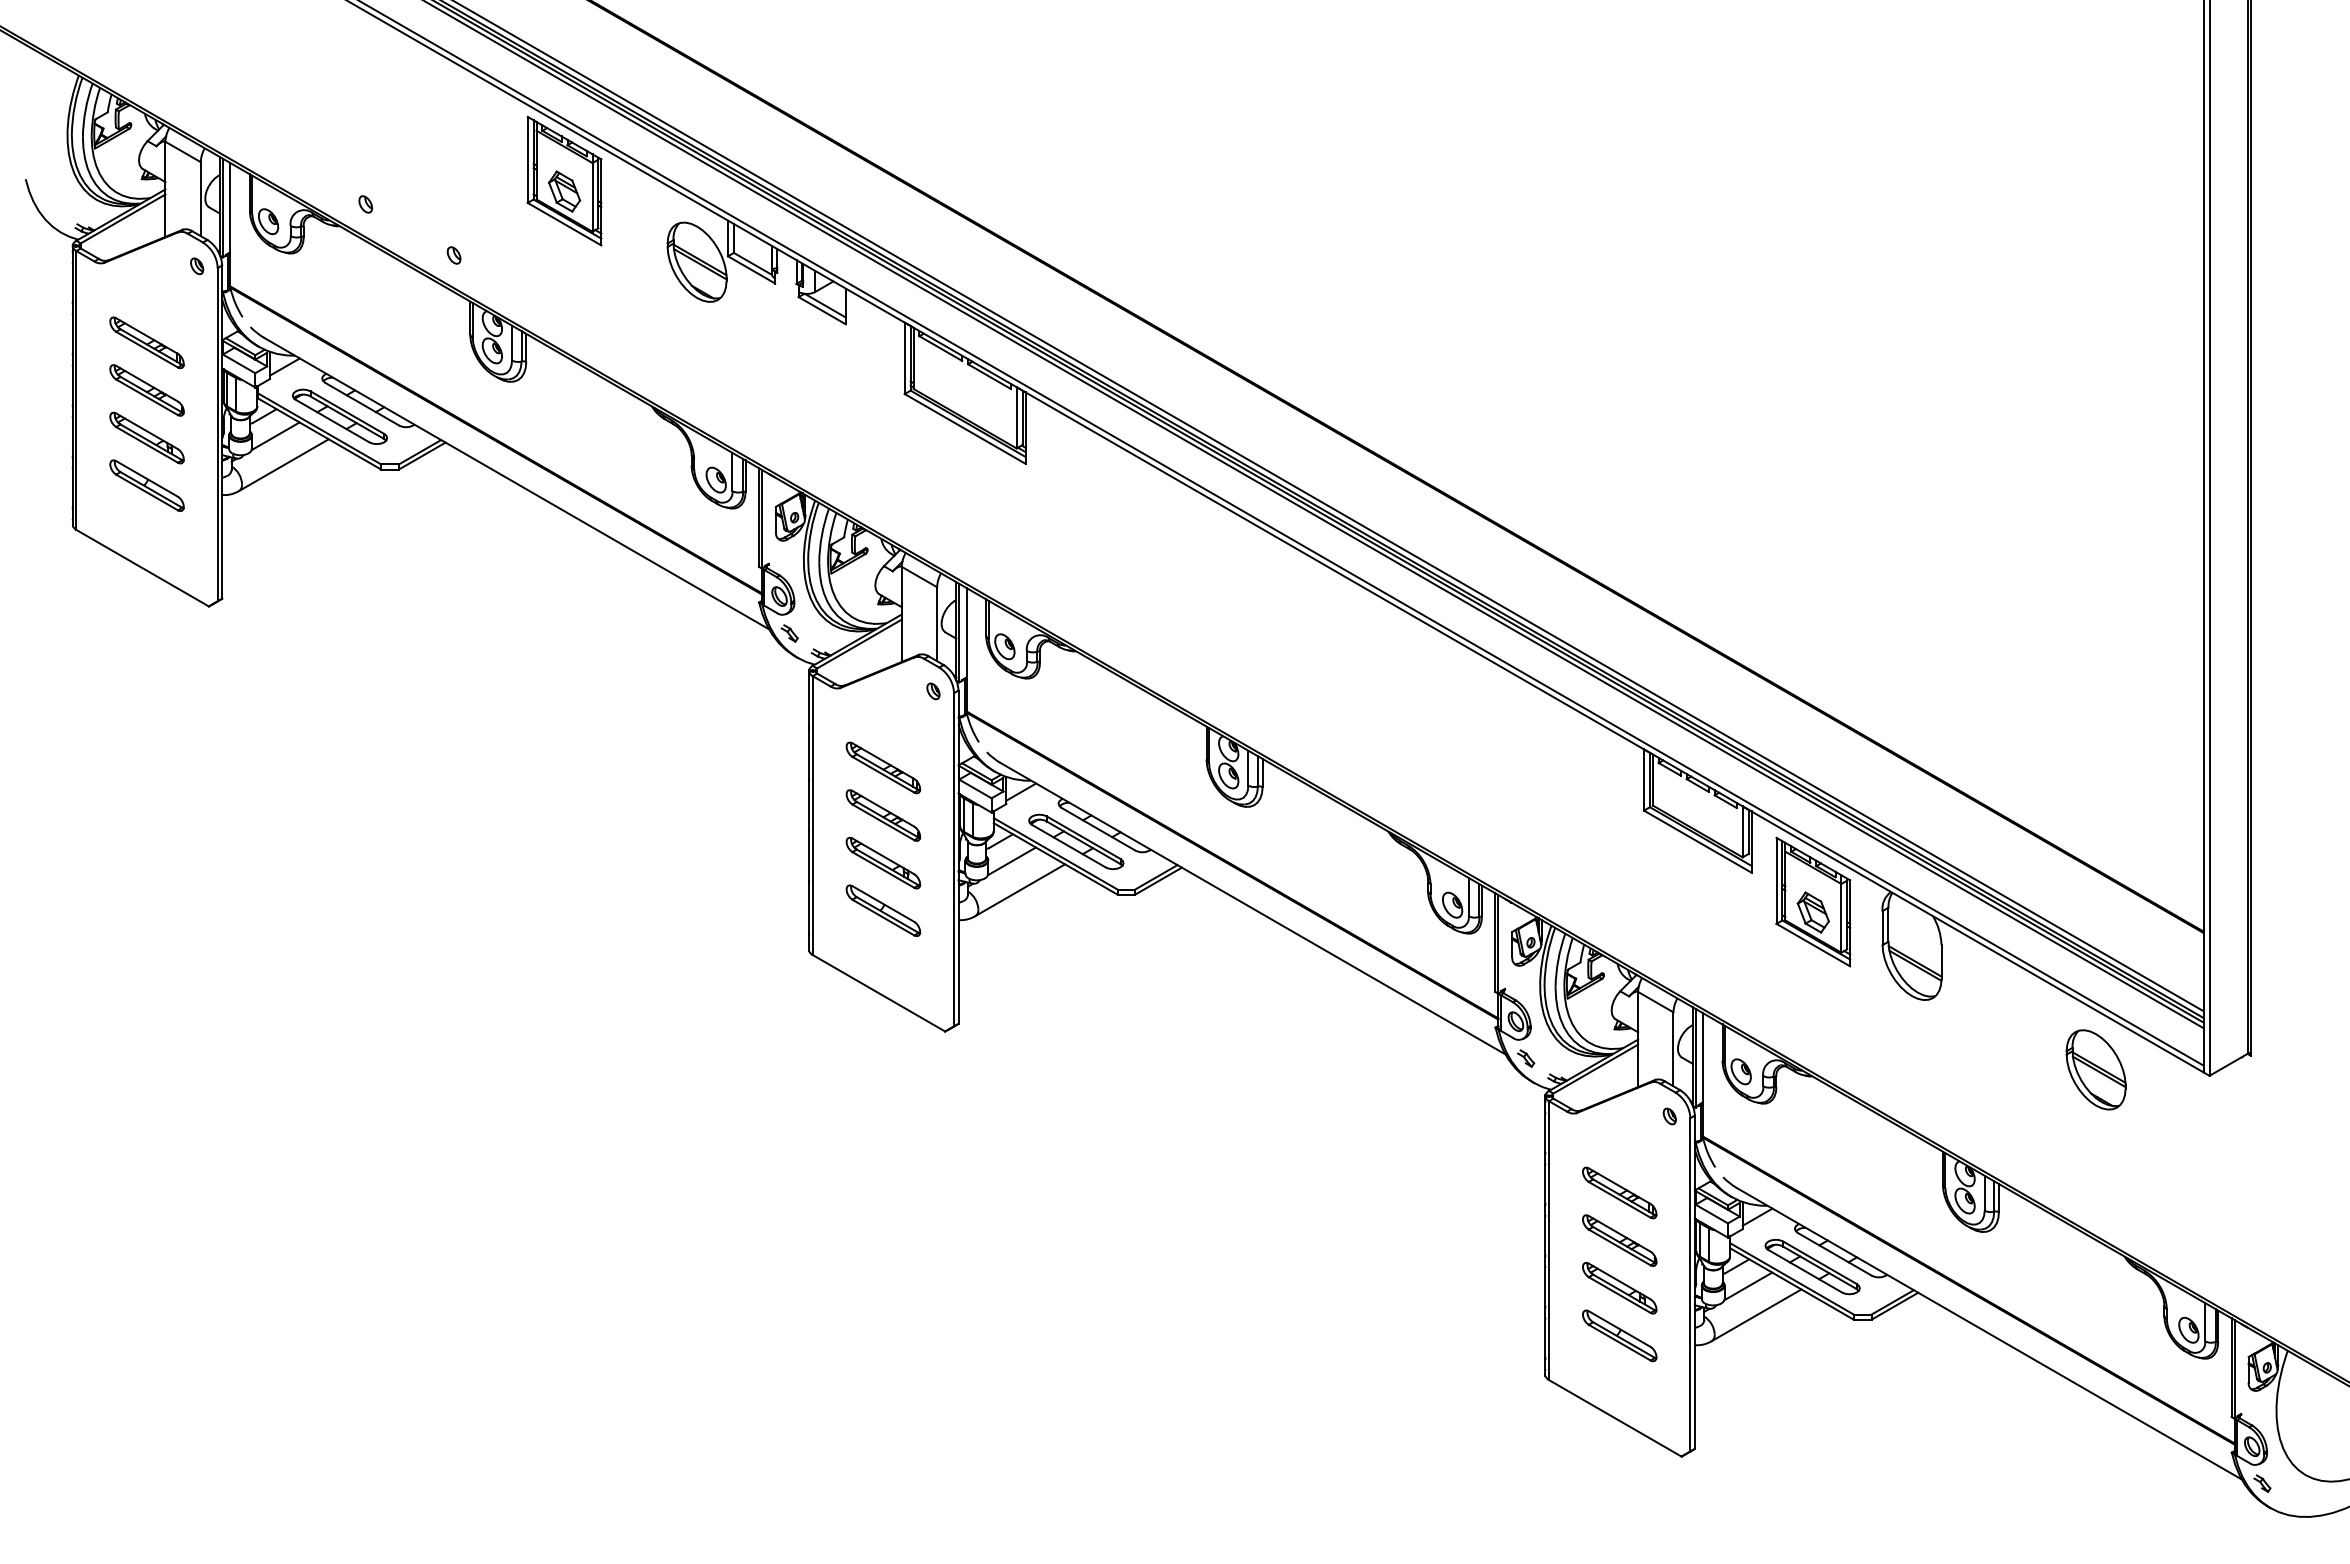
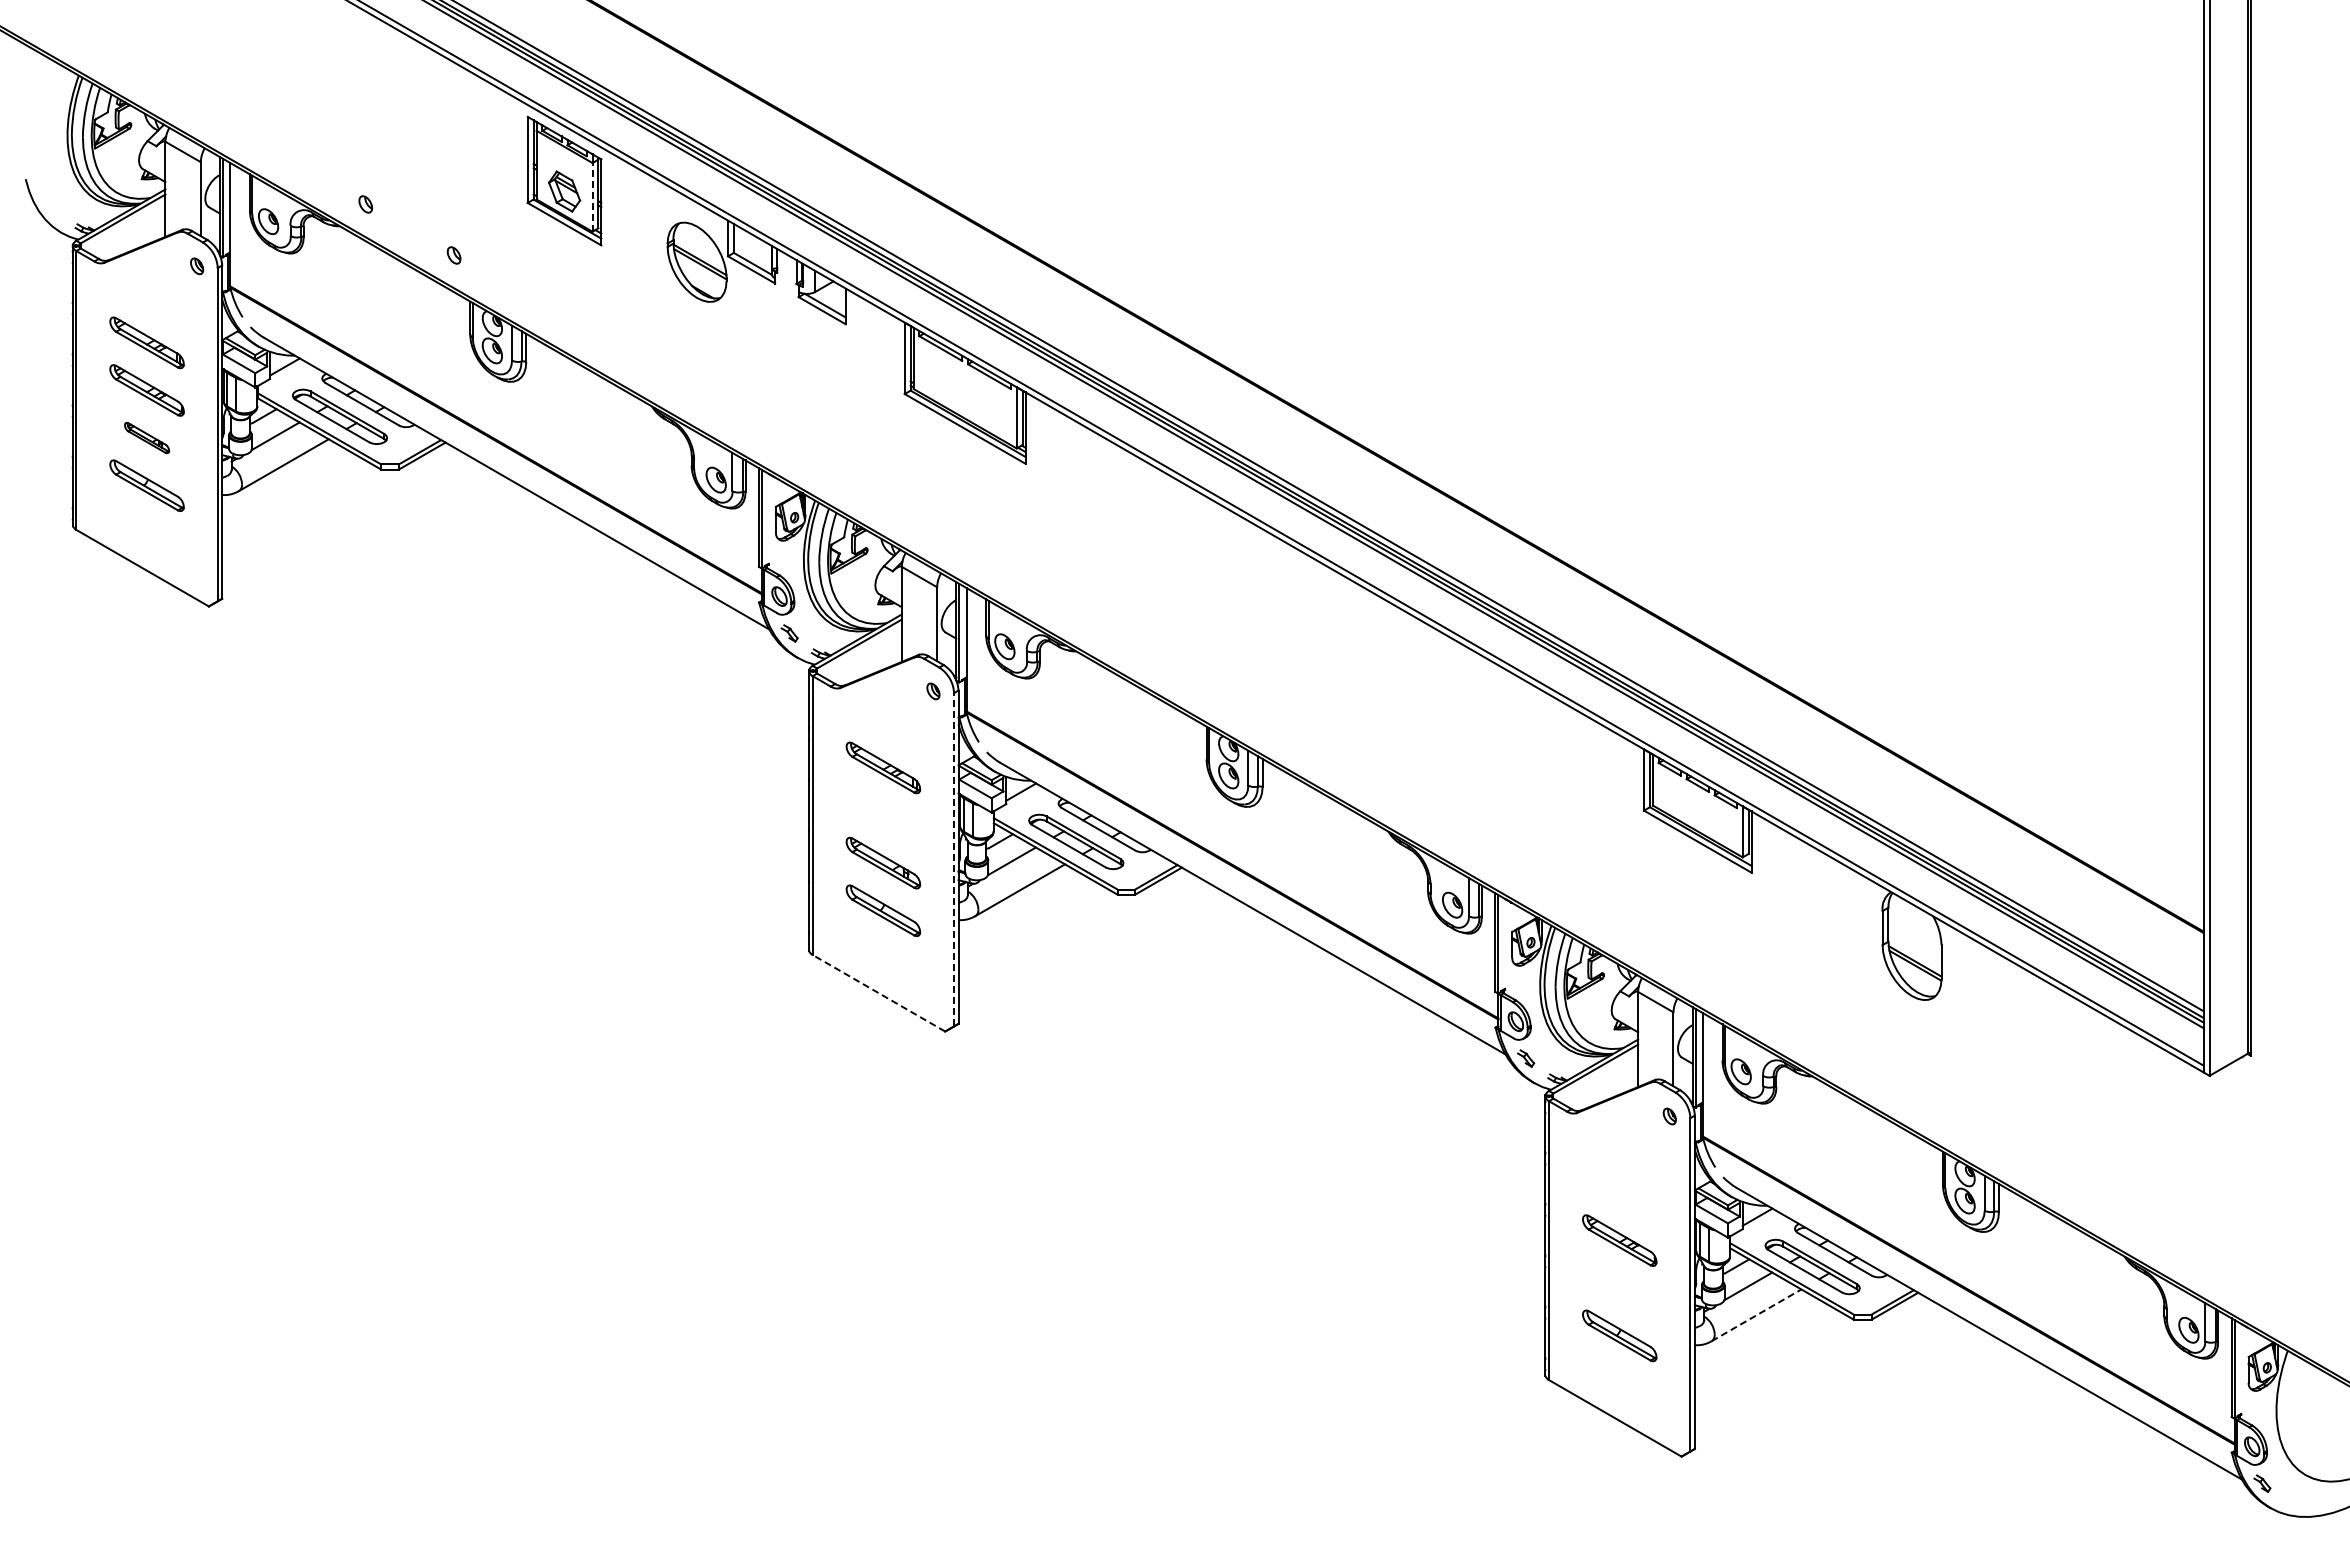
line at (592, 196): solid -> dashed
part at (146, 437) size: 76x54 px -> 47x33 px
part at (883, 815): present -> none
line at (954, 859): solid -> dashed
part at (1813, 901): present -> none
line at (878, 993): solid -> dashed
part at (2095, 1069): present -> none
part at (1619, 1192): present -> none
part at (1619, 1288): present -> none
line at (1756, 1315): solid -> dashed
